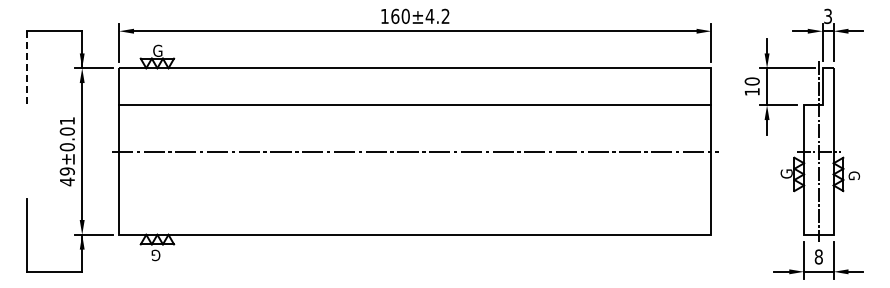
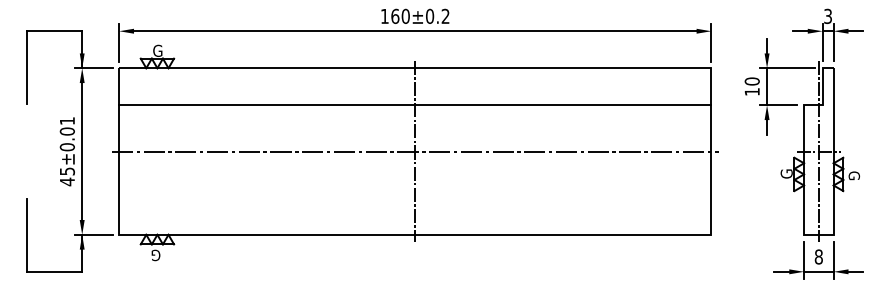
text at (429, 15): 160±4.2 -> 160±0.2
line at (26, 67): dashed -> solid
line at (415, 151): none -> present
text at (66, 171): 49±0.01 -> 45±0.01
